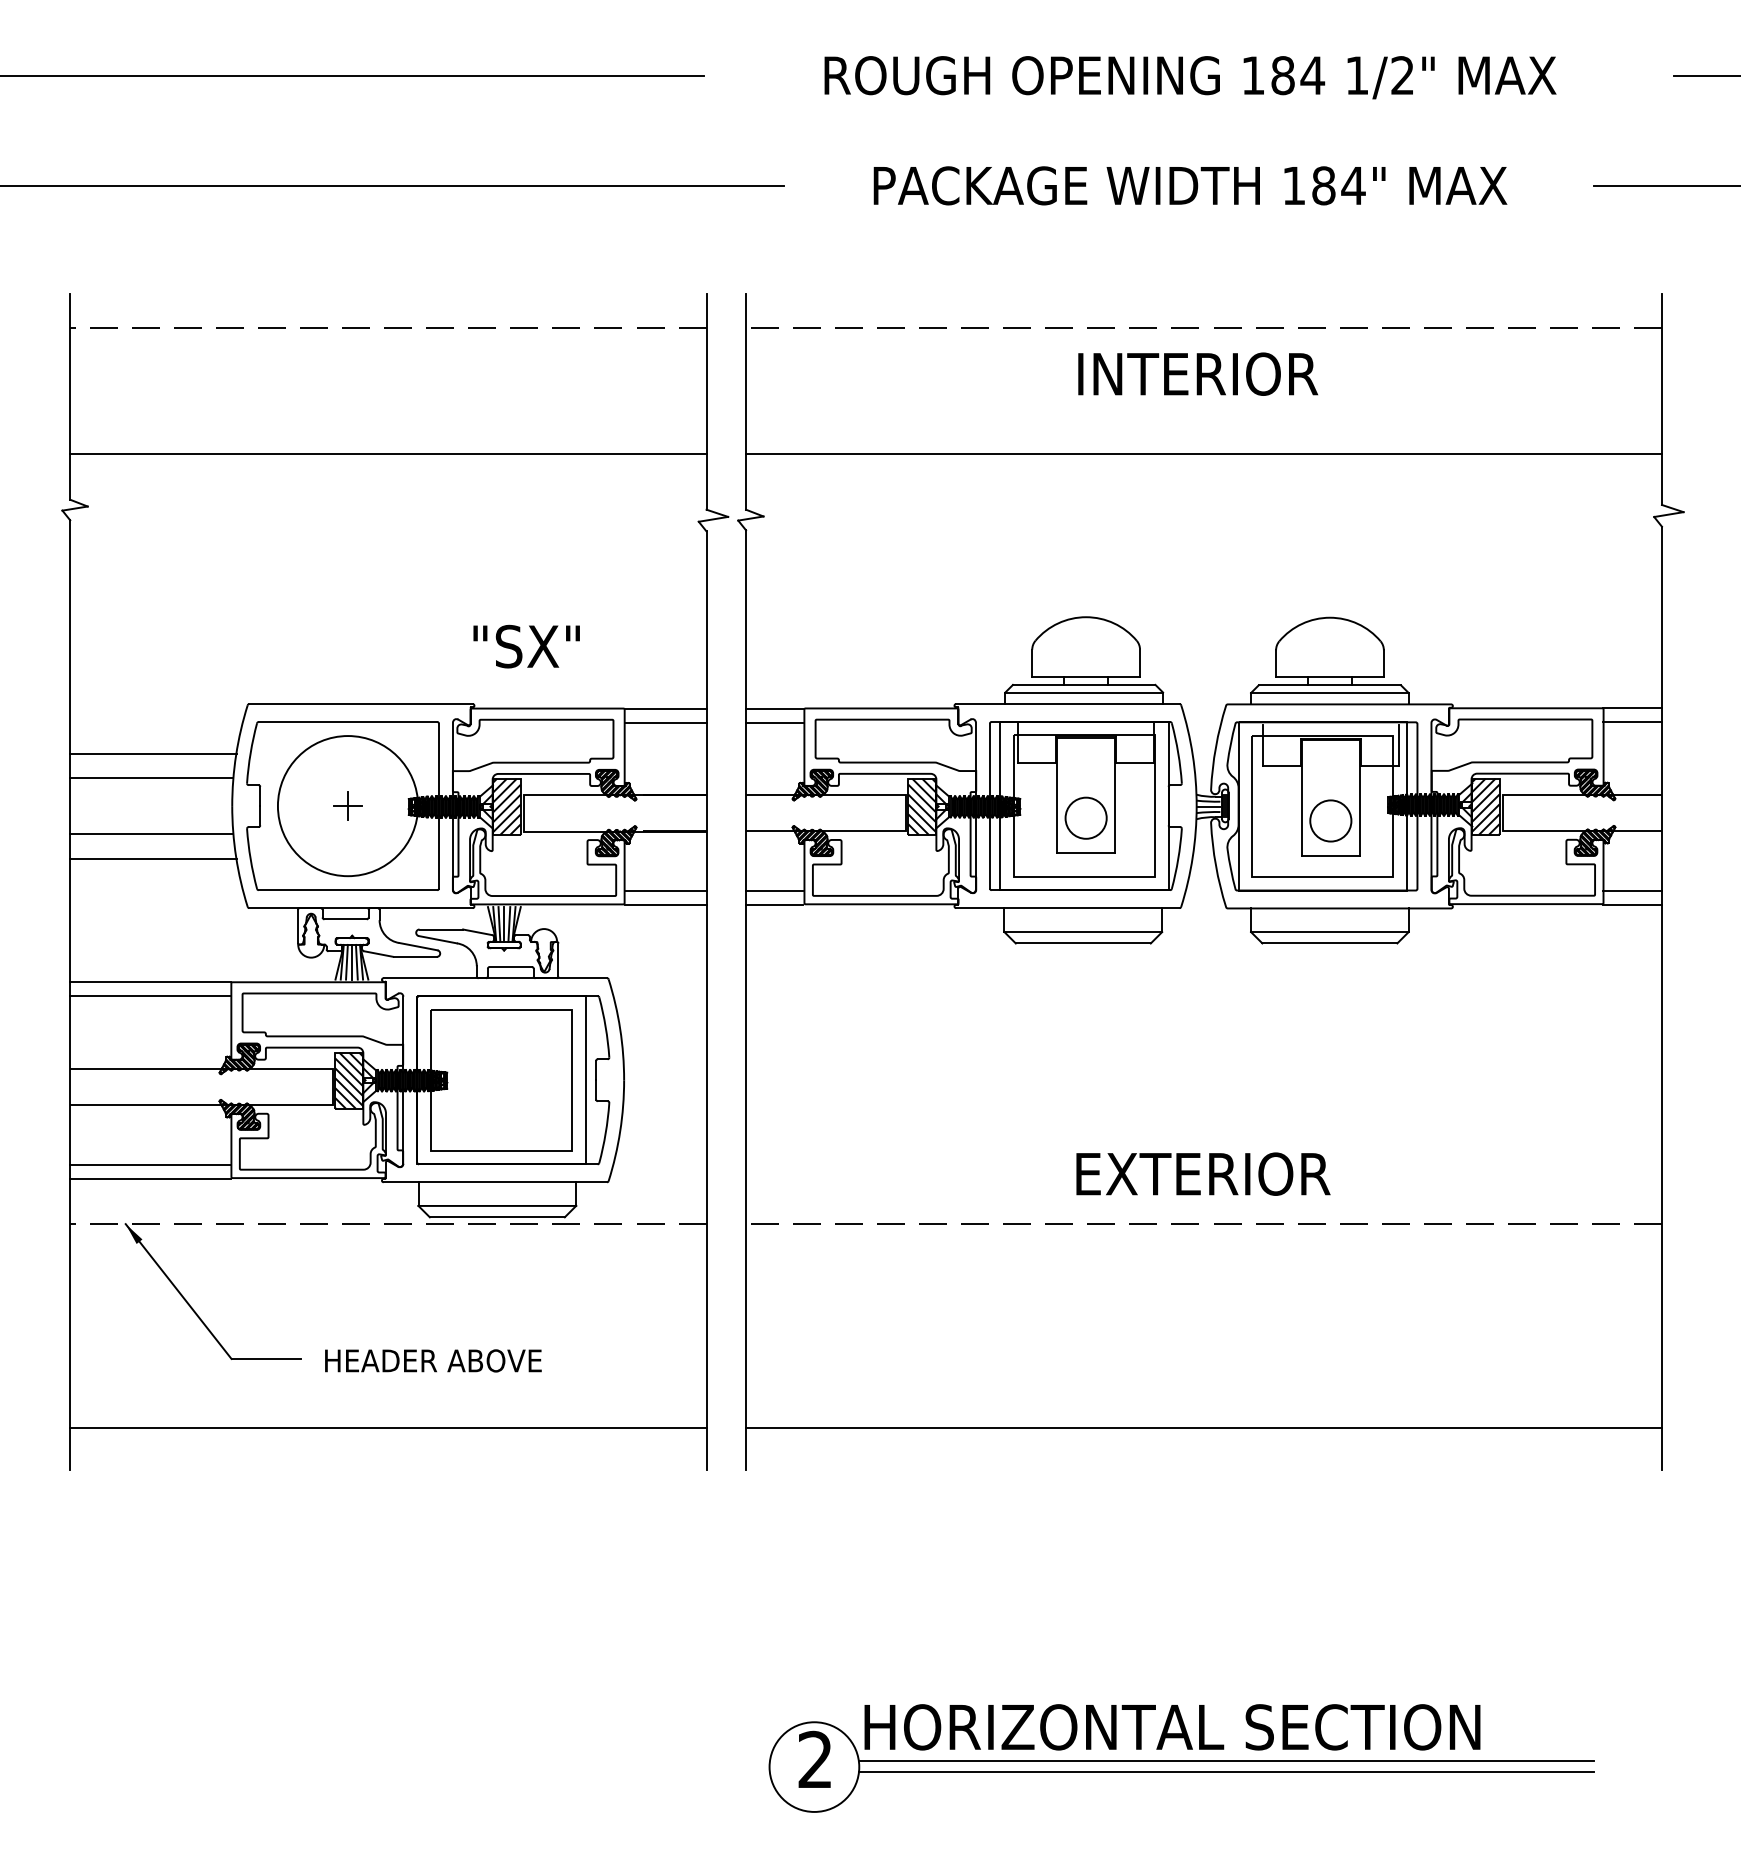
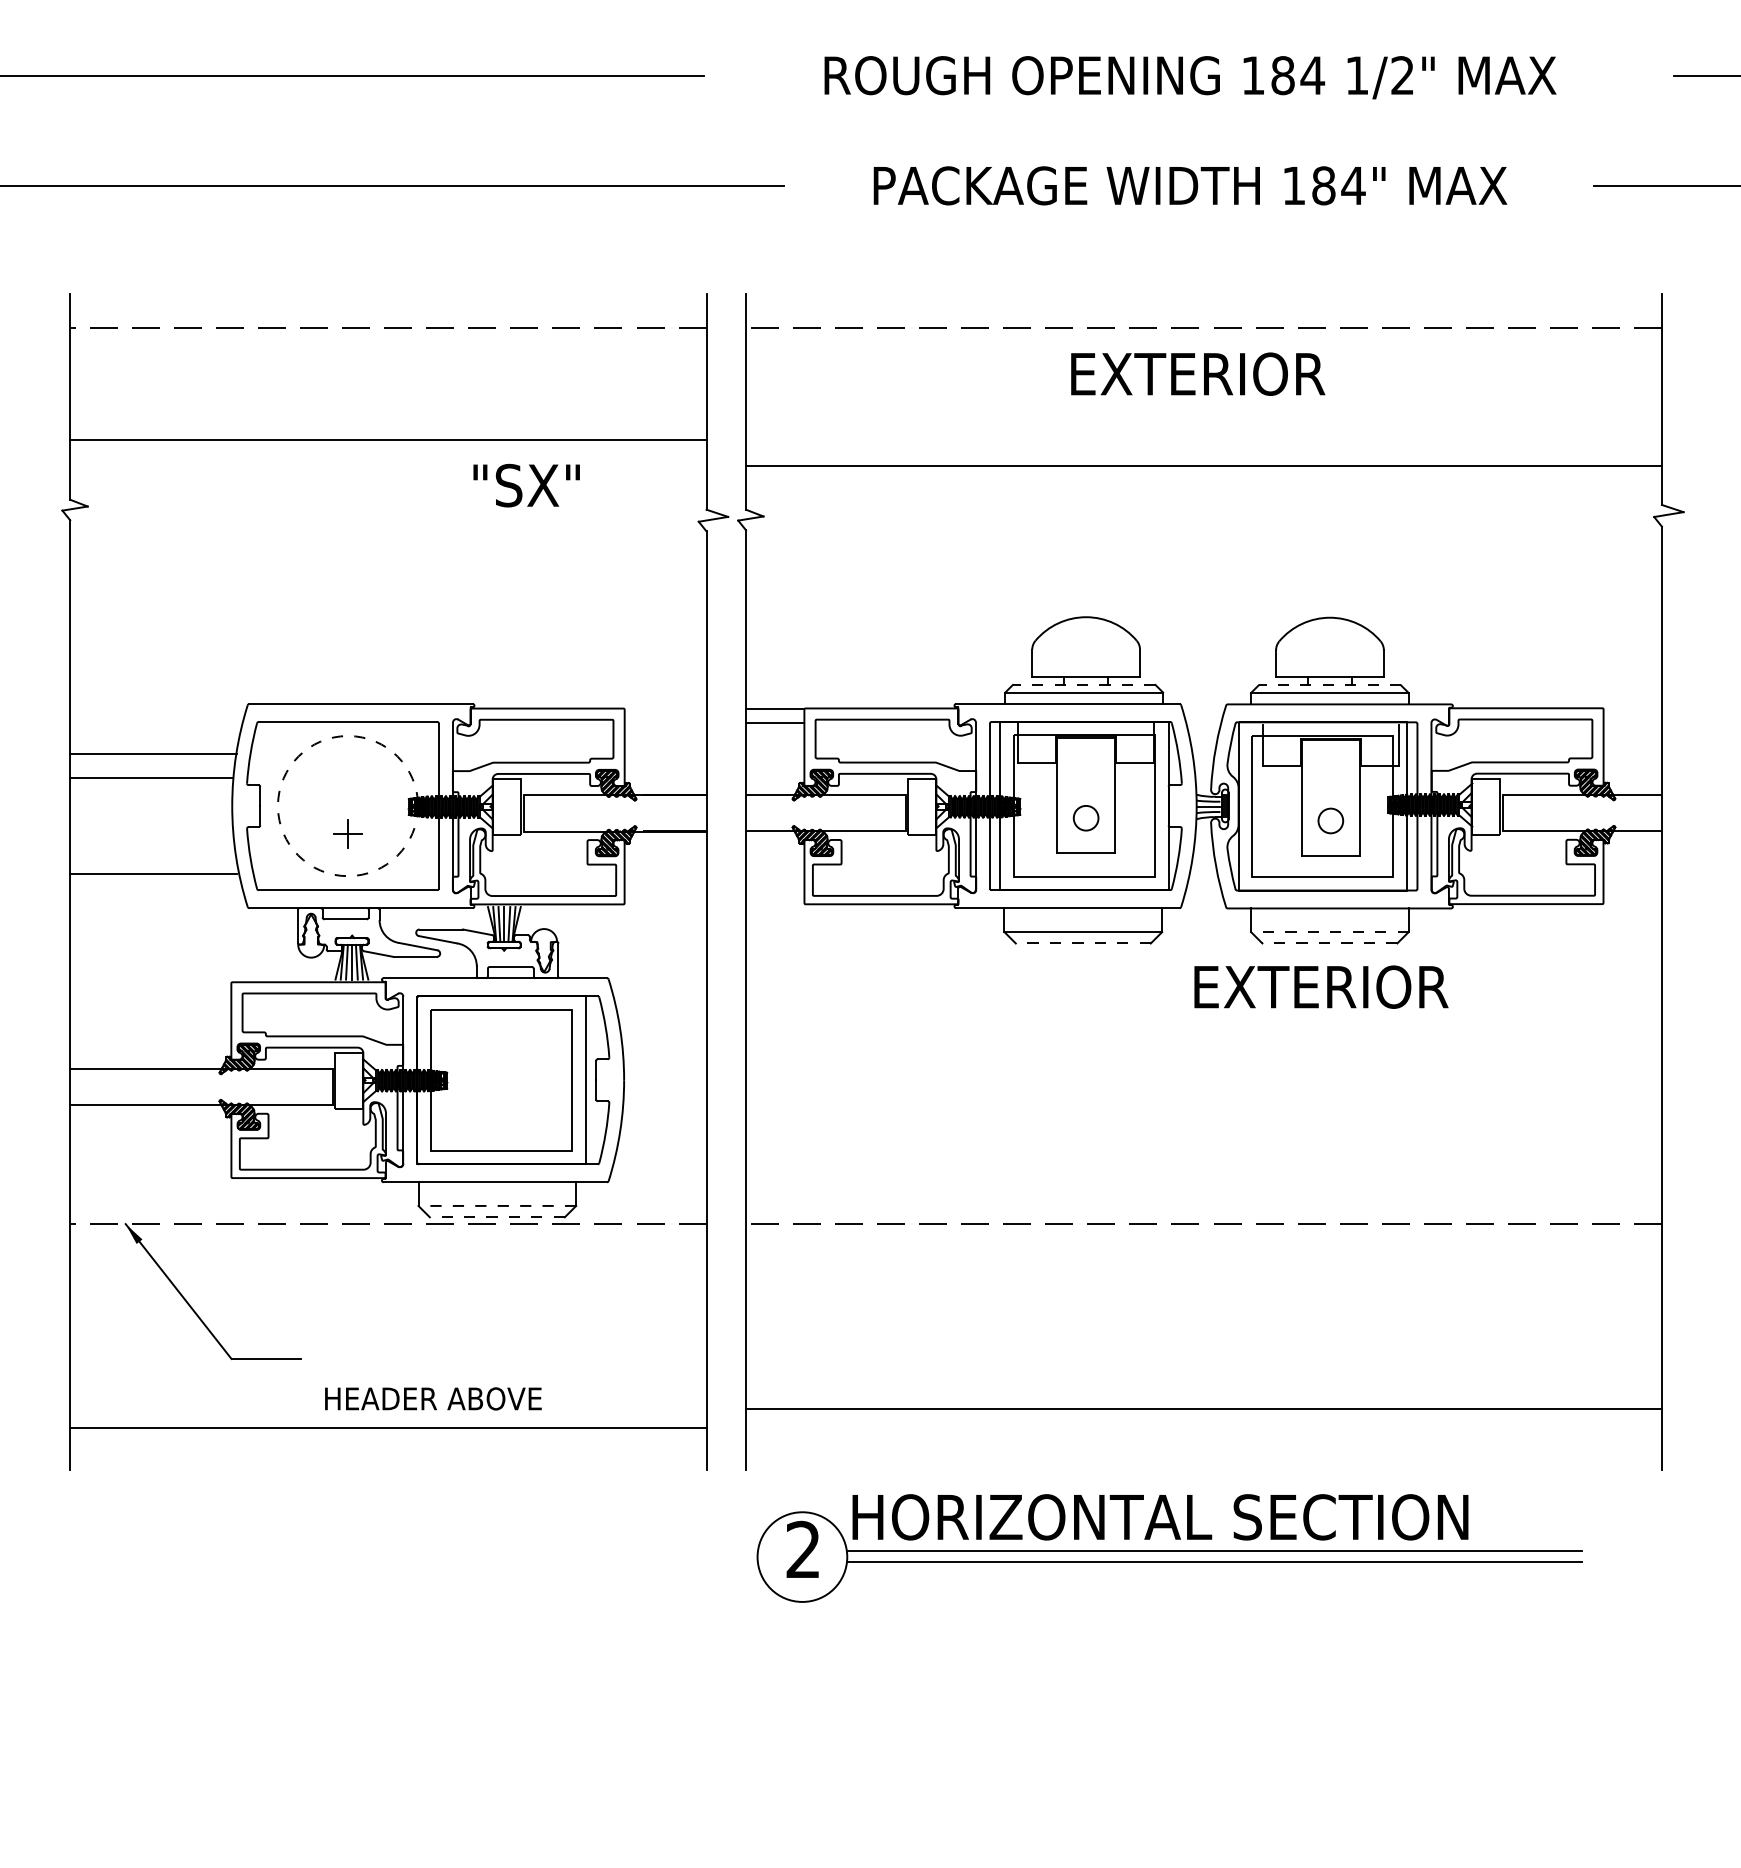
text at (1198, 373): INTERIOR -> EXTERIOR
line at (388, 453) position: (388, 453) -> (388, 439)
line at (1203, 453) position: (1203, 453) -> (1203, 465)
text at (526, 646) position: (526, 646) -> (526, 485)
line at (1083, 684): solid -> dashed
line at (1329, 685): solid -> dashed
line at (665, 708): present -> none
line at (1632, 708): present -> none
line at (665, 722): present -> none
line at (1632, 722): present -> none
part at (347, 805) position: (347, 805) -> (347, 833)
circle at (347, 806): solid -> dashed
hatch at (506, 806): present -> none
hatch at (922, 806): present -> none
hatch at (1485, 806): present -> none
circle at (1085, 817) diameter: 41 px -> 25 px
circle at (1330, 820) diameter: 41 px -> 25 px
line at (151, 834): present -> none
line at (153, 858) position: (153, 858) -> (153, 873)
line at (1632, 890): present -> none
line at (665, 891): present -> none
line at (774, 891): present -> none
line at (1632, 904): present -> none
line at (665, 905): present -> none
line at (774, 905): present -> none
line at (1329, 932): solid -> dashed
line at (1082, 943): solid -> dashed
line at (1329, 943): solid -> dashed
line at (150, 982): present -> none
line at (150, 996): present -> none
hatch at (349, 1080): present -> none
line at (150, 1164): present -> none
text at (1203, 1173) position: (1203, 1173) -> (1321, 986)
line at (150, 1178): present -> none
line at (497, 1205): solid -> dashed
line at (496, 1217): solid -> dashed
text at (433, 1360) position: (433, 1360) -> (433, 1398)
line at (1203, 1427) position: (1203, 1427) -> (1203, 1408)
part at (1181, 1758) position: (1181, 1758) -> (1169, 1548)
